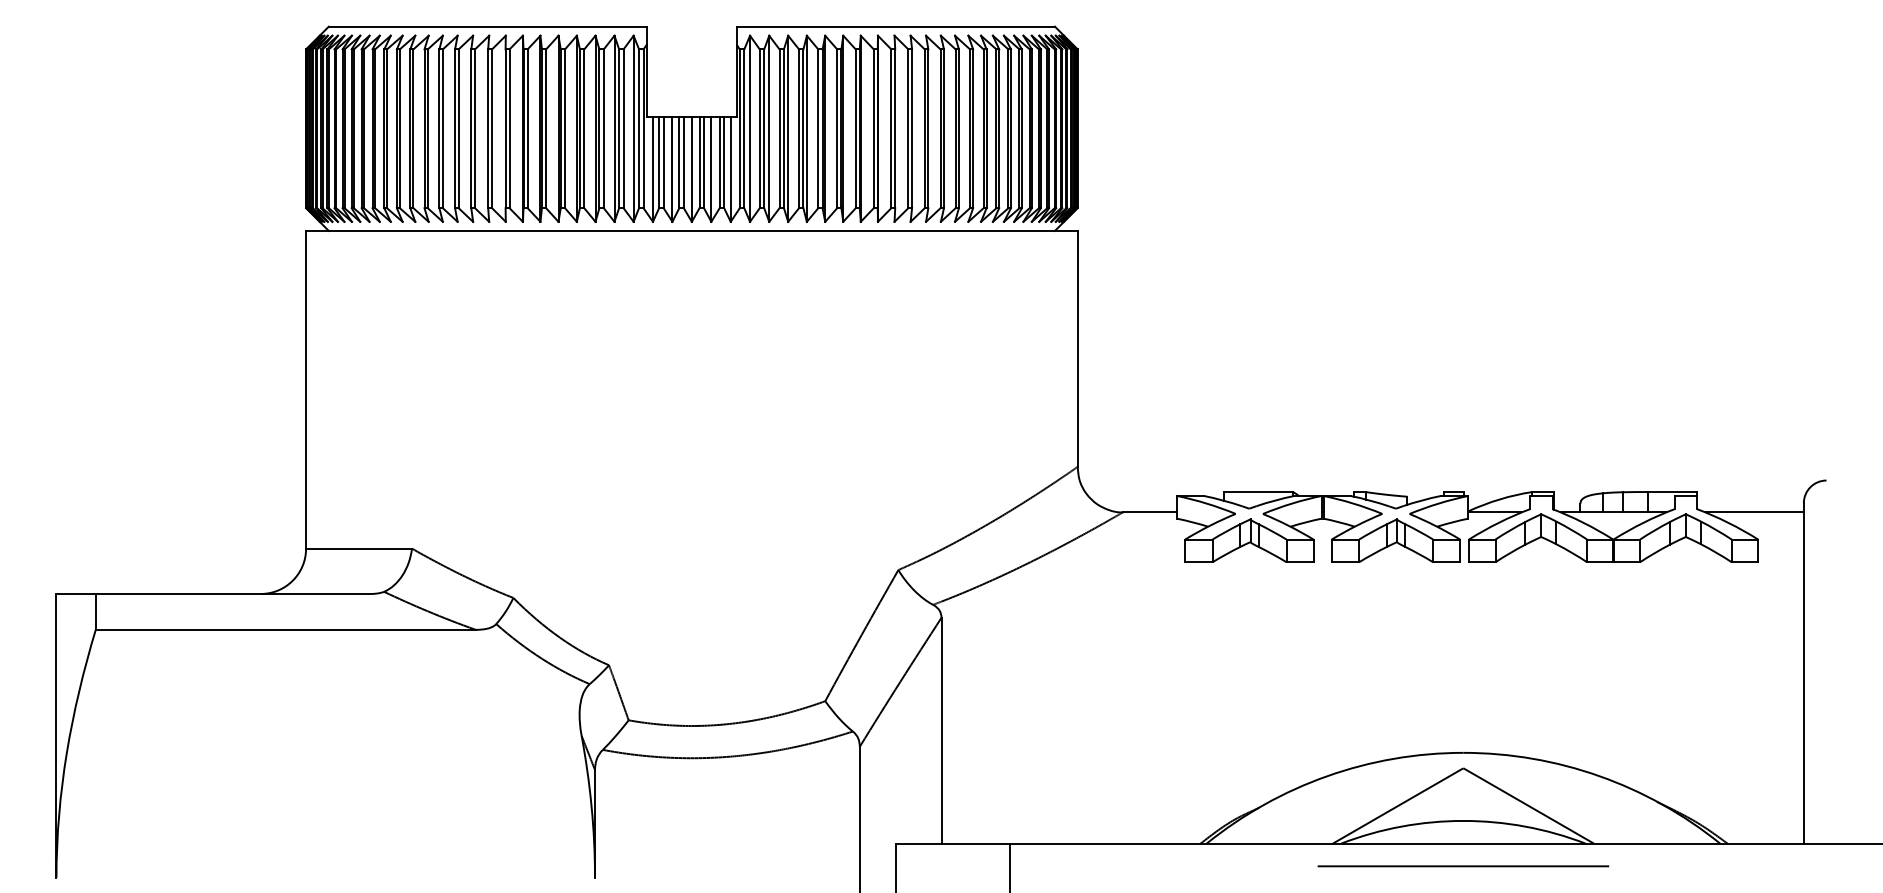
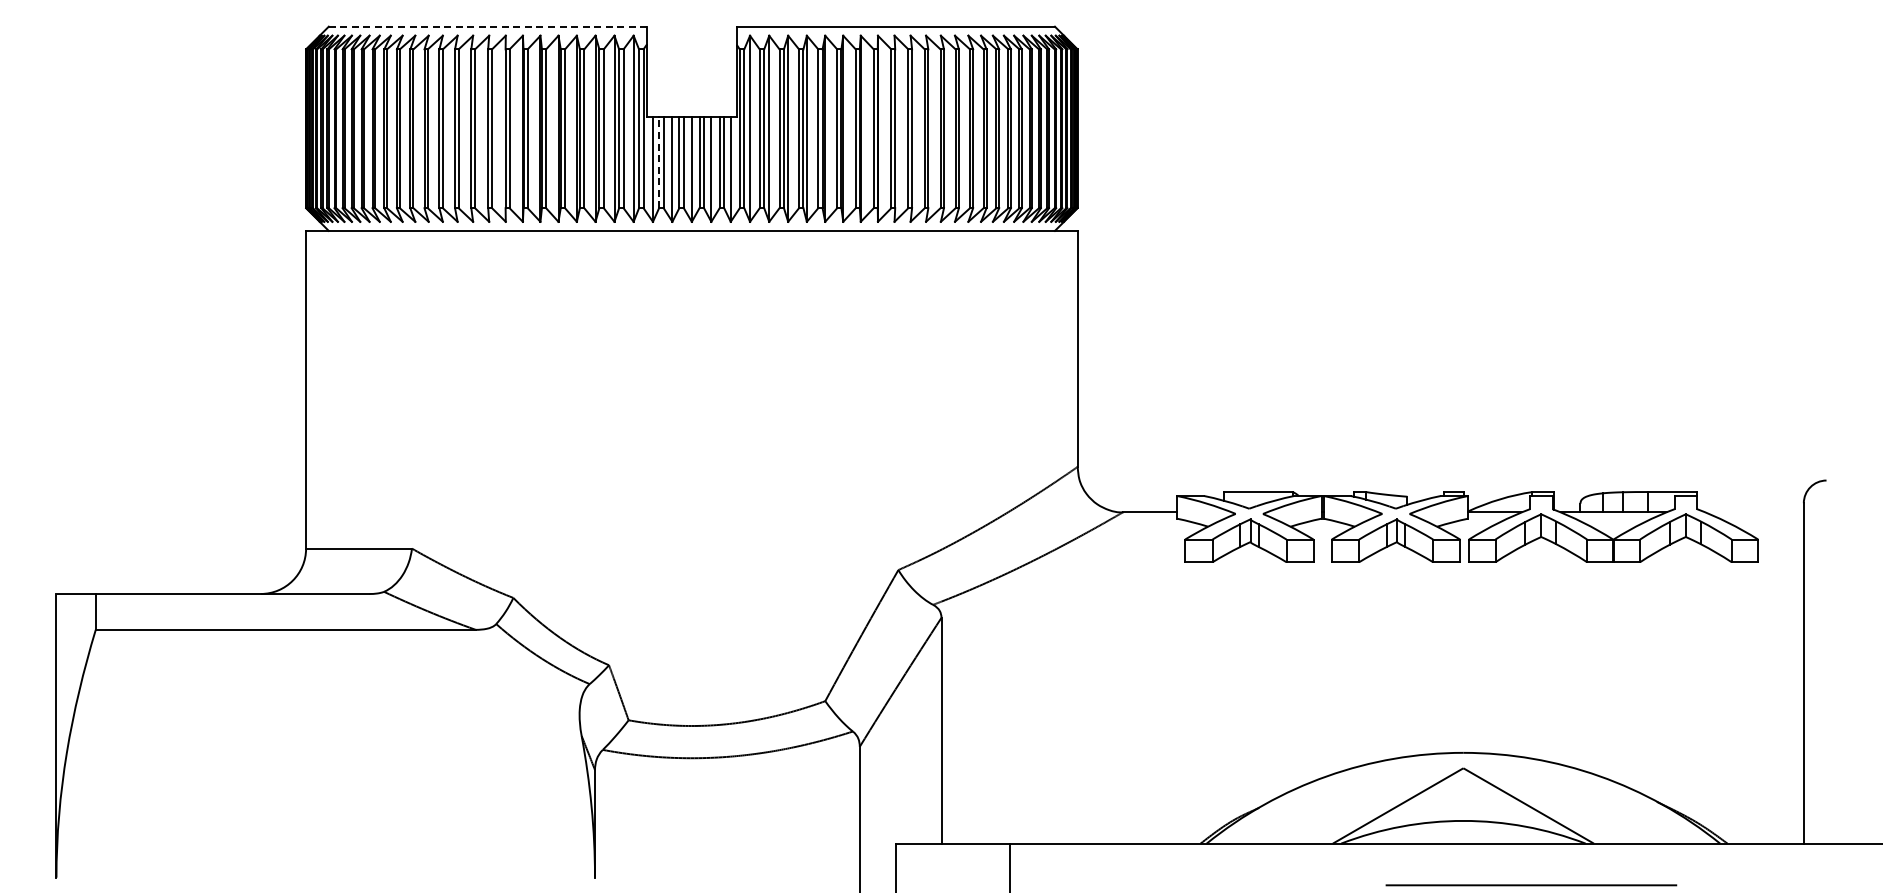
line at (487, 26): solid -> dashed
line at (659, 162): solid -> dashed
line at (1754, 512): present -> none
line at (1463, 866) position: (1463, 866) -> (1531, 885)
